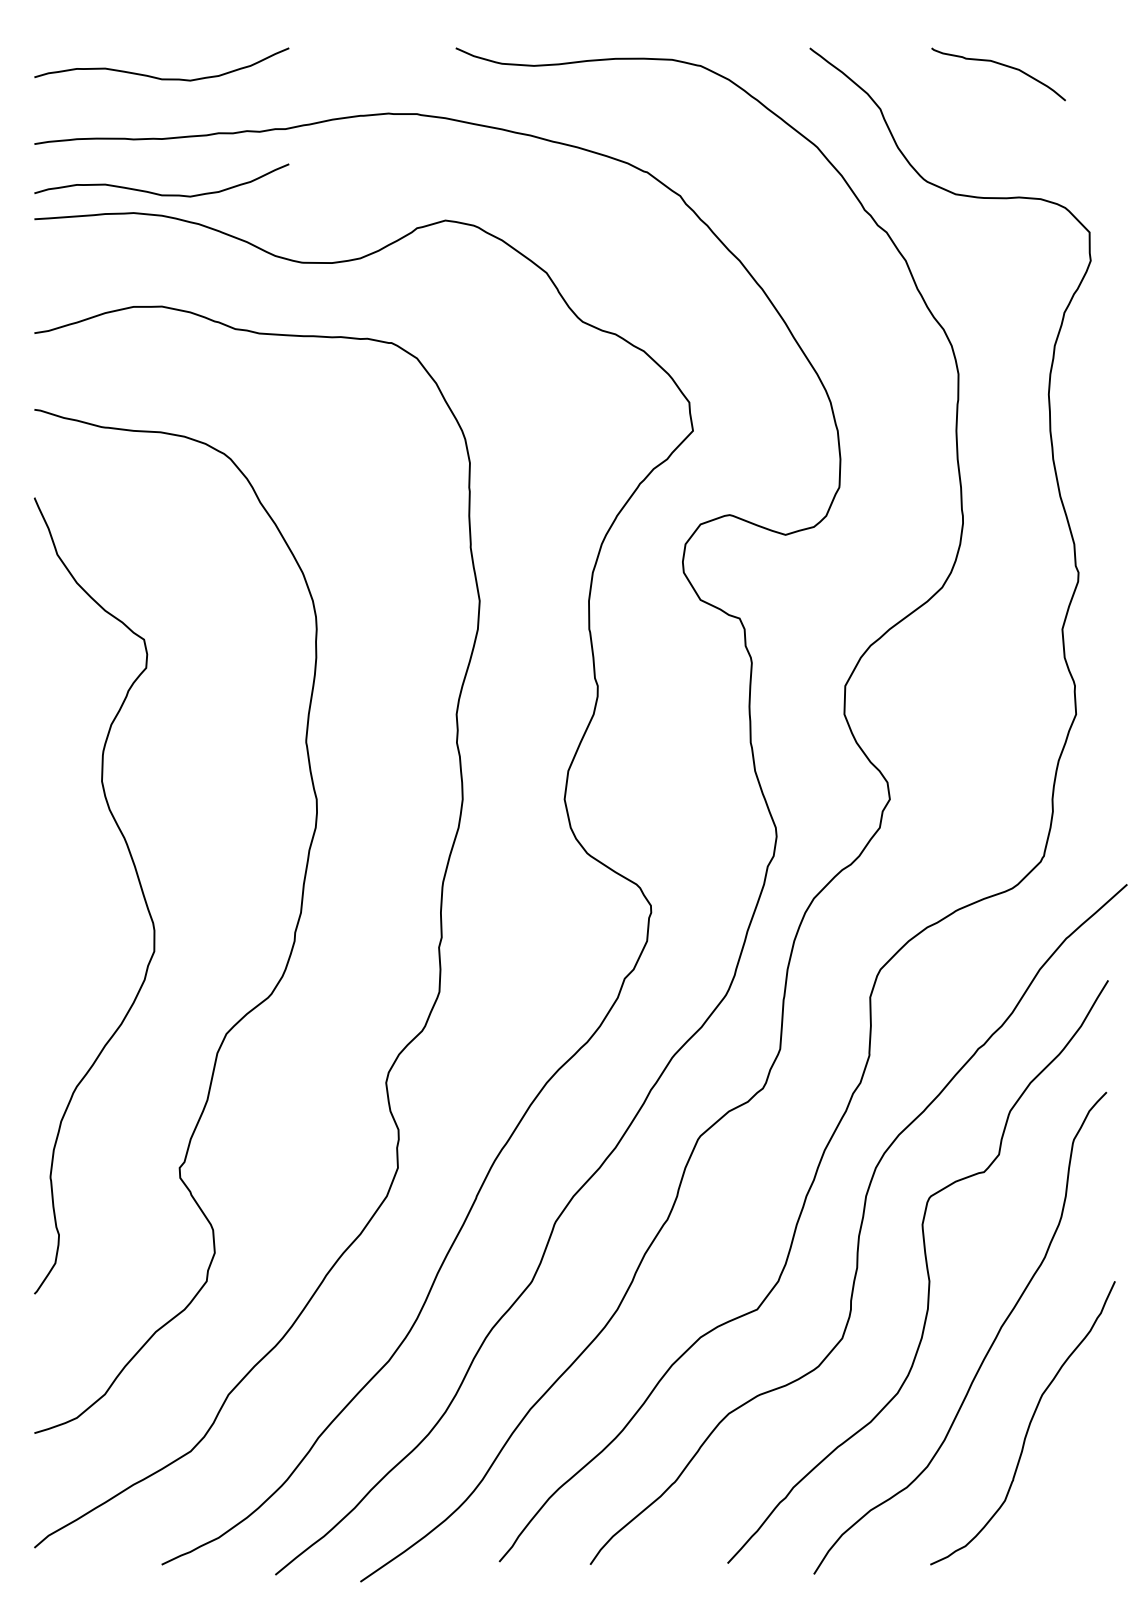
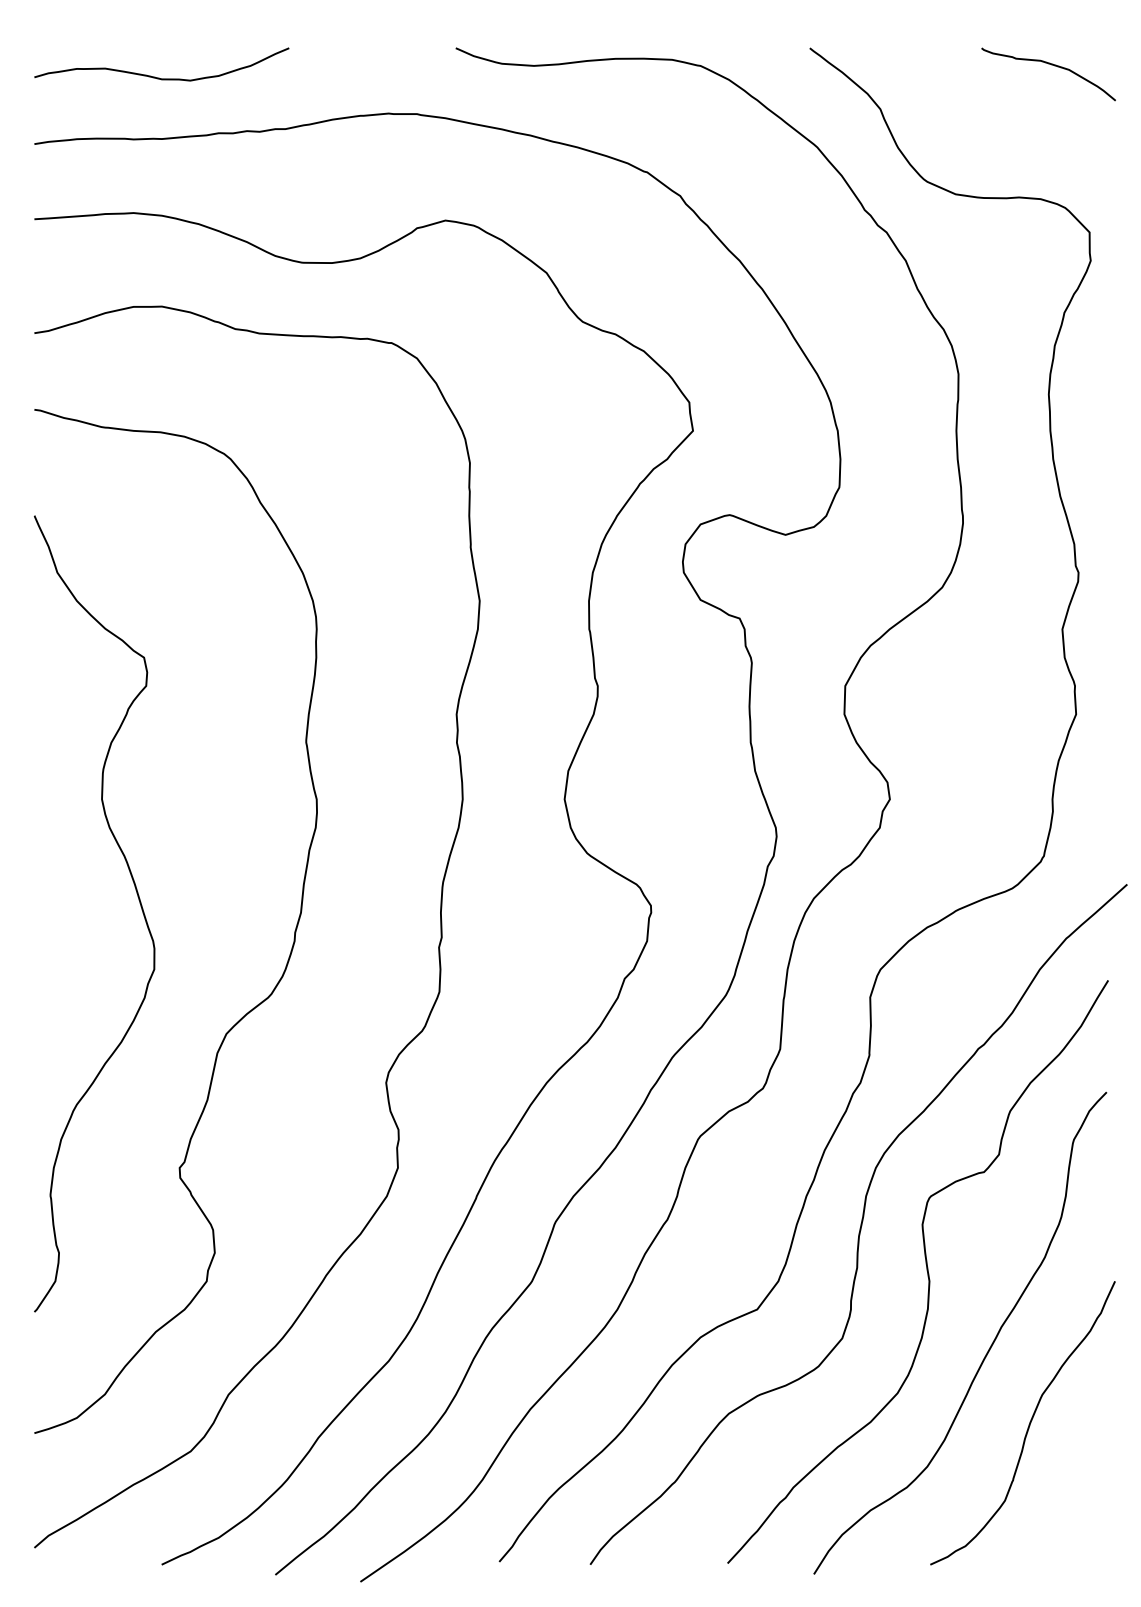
curve at (1001, 65) position: (1001, 65) -> (1051, 65)
curve at (159, 193): present -> none
curve at (138, 882) position: (138, 882) -> (138, 900)
